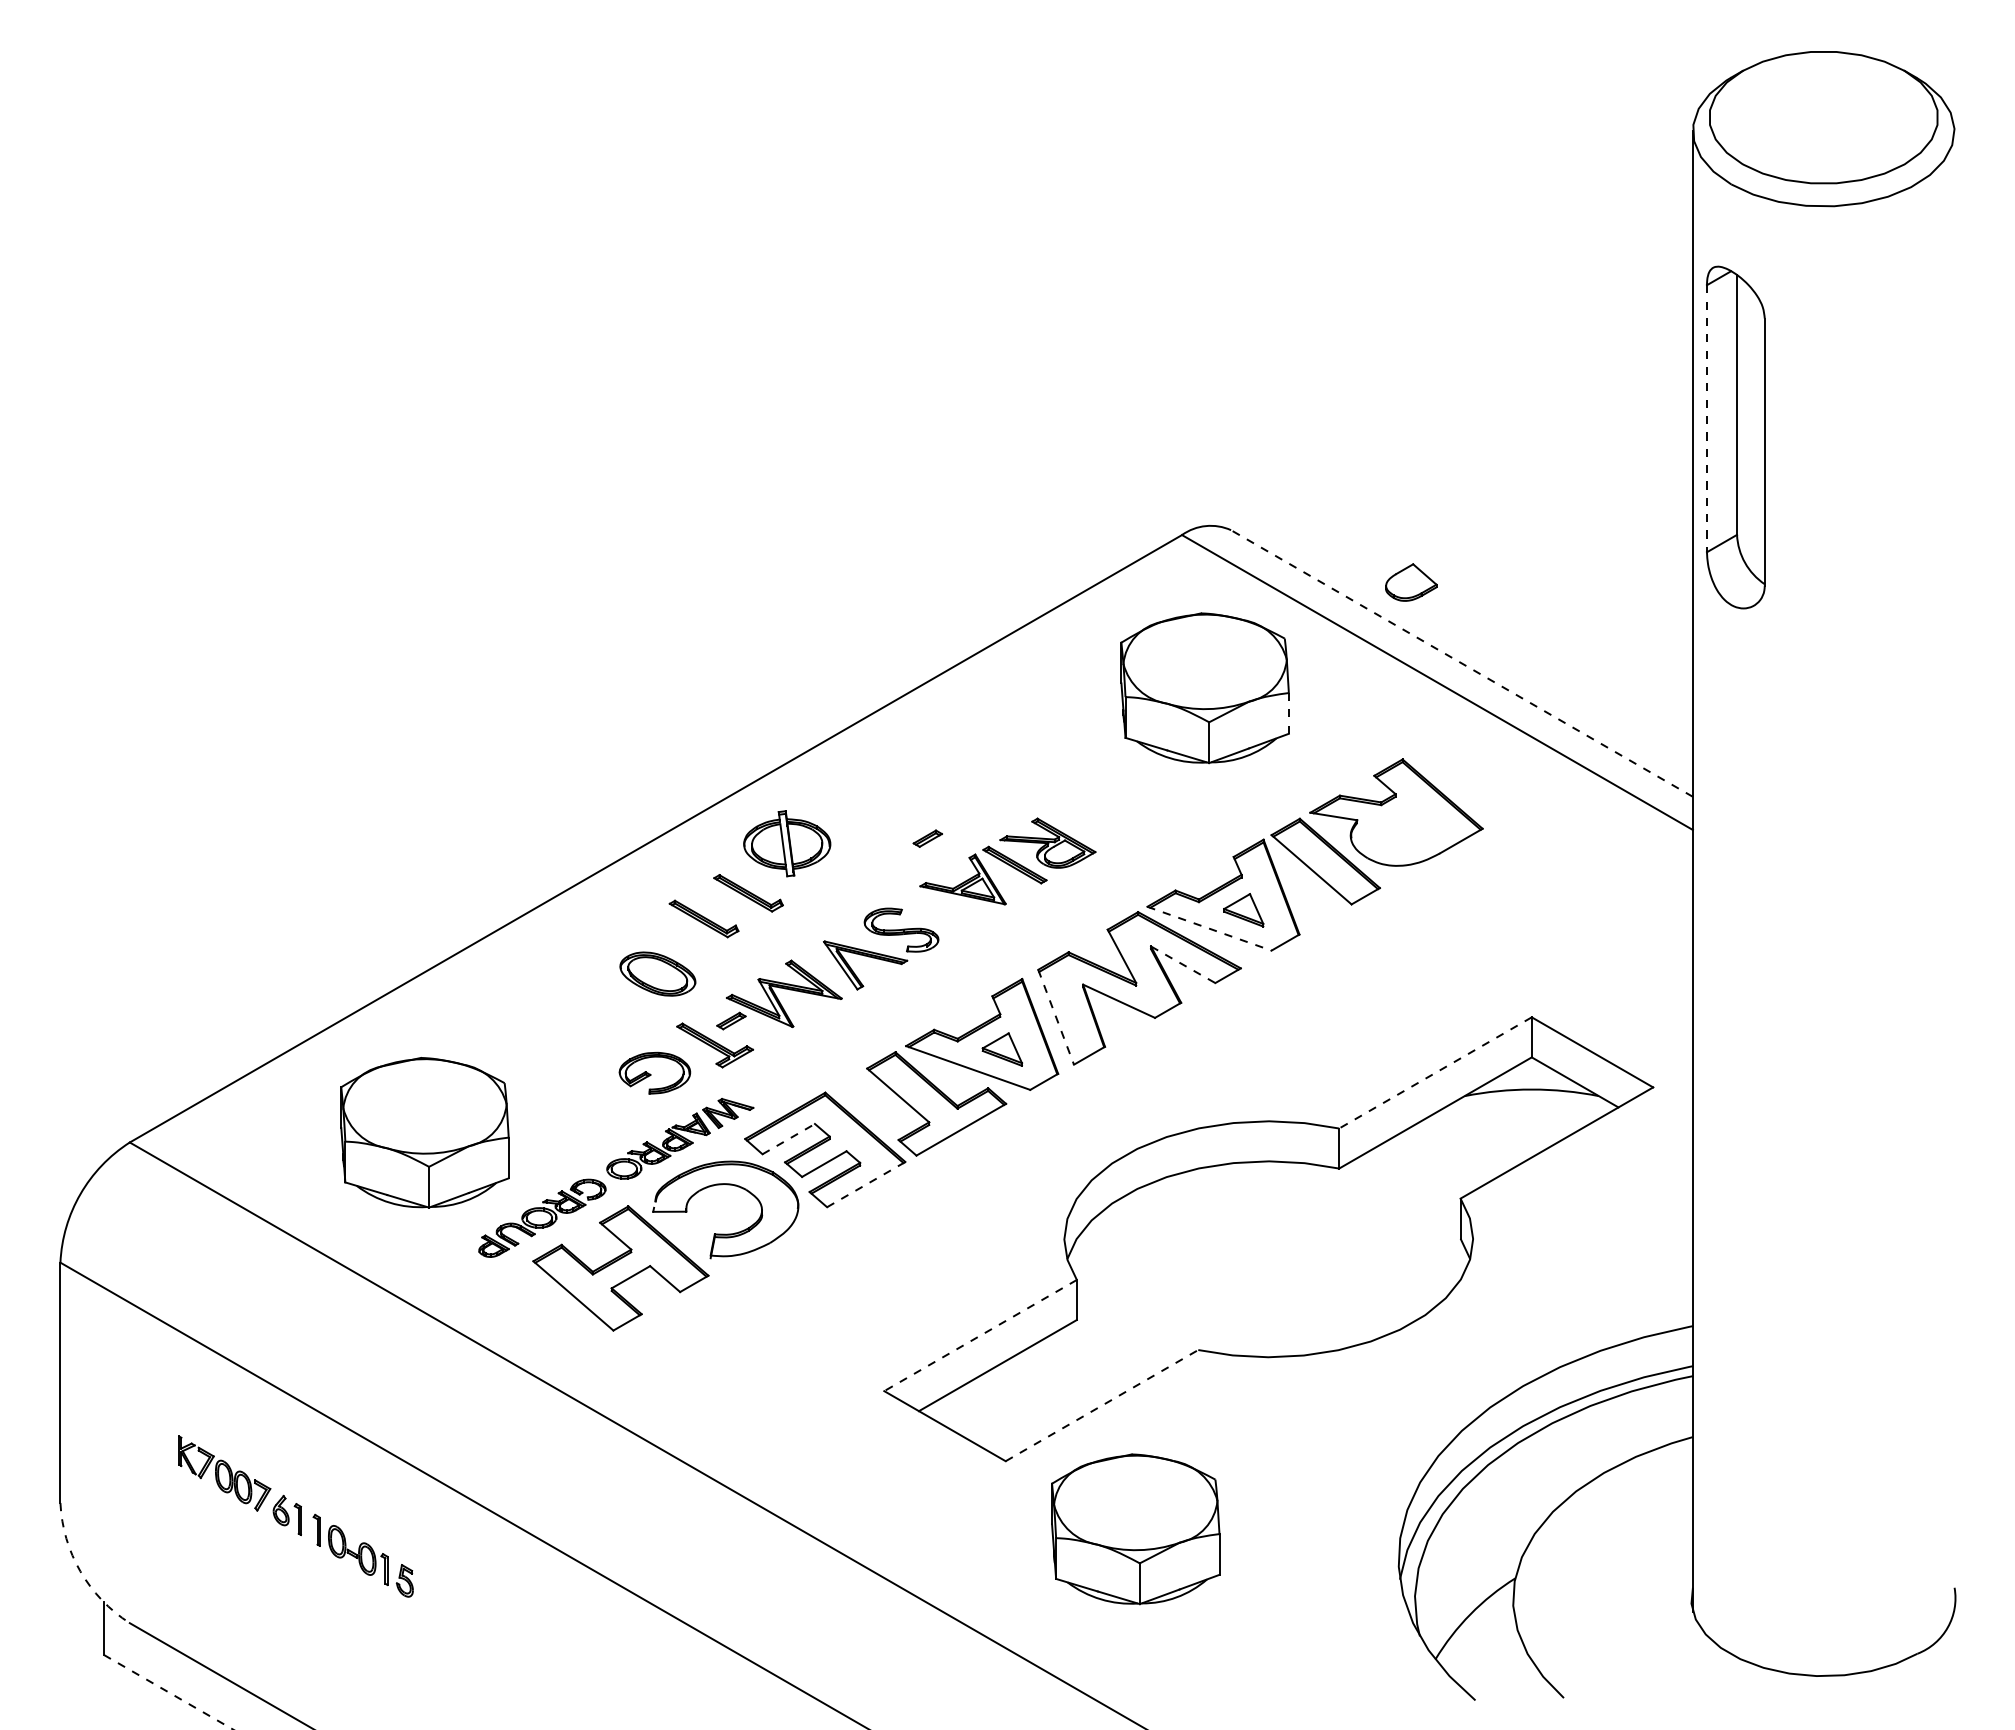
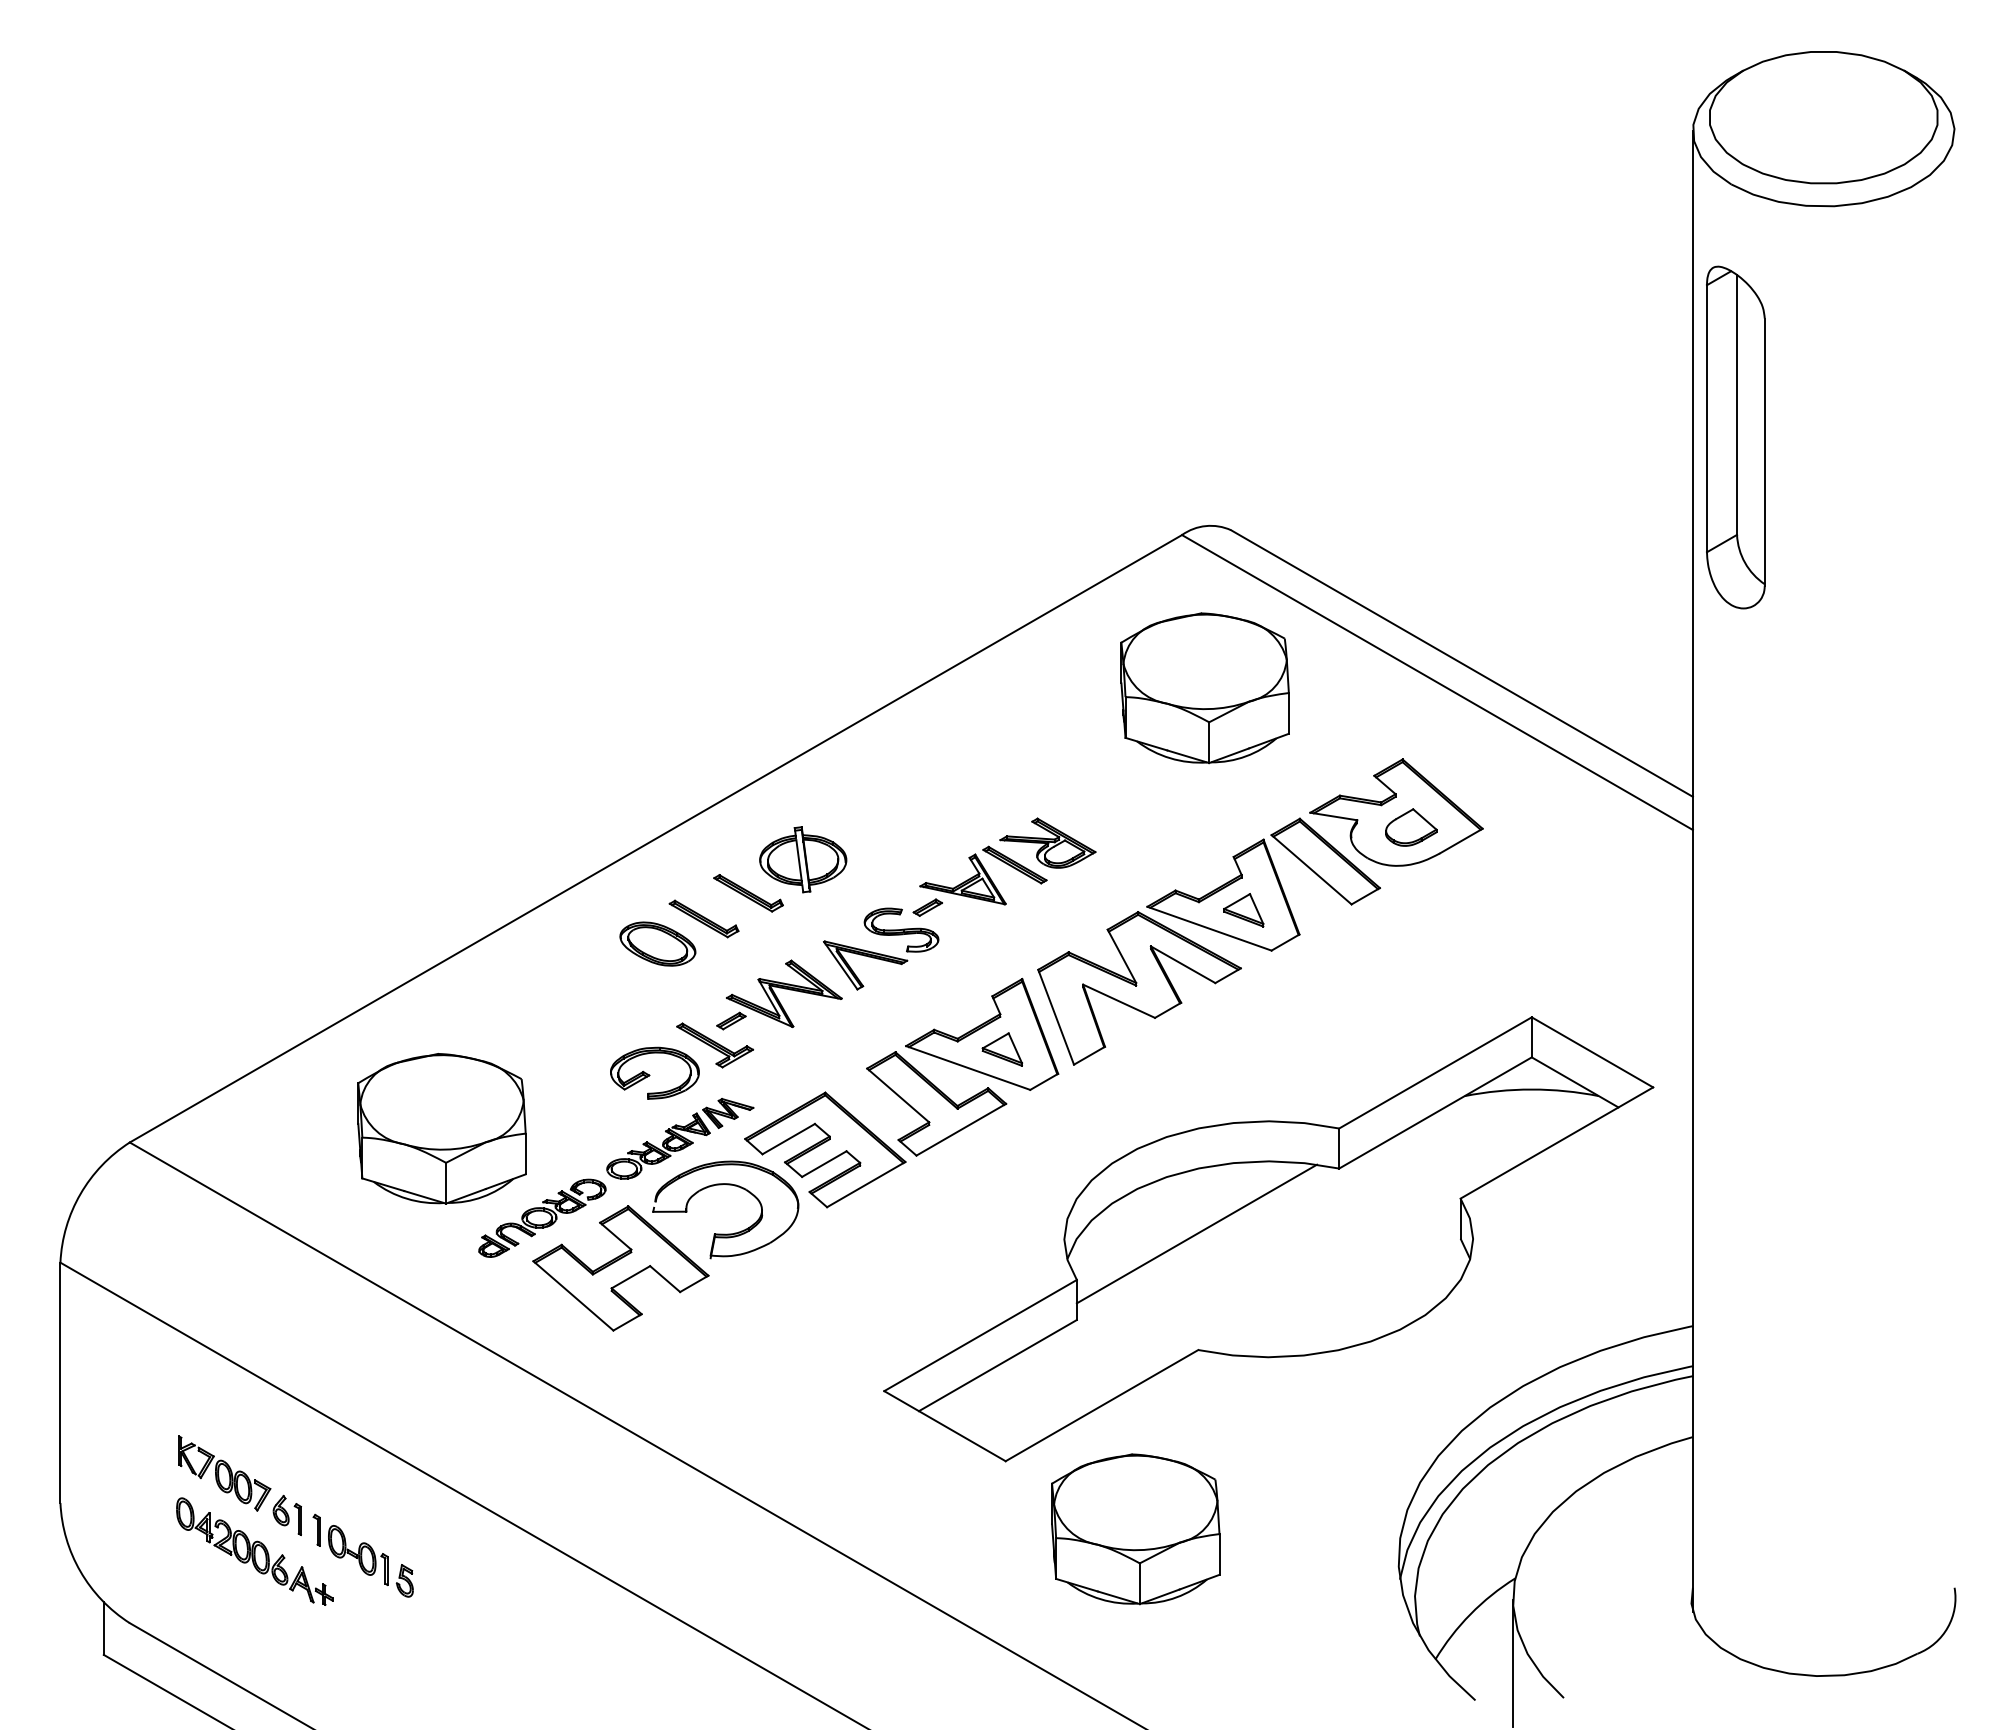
line at (1706, 418): dashed -> solid
part at (1411, 582) position: (1411, 582) -> (1411, 827)
line at (1462, 663): dashed -> solid
line at (1288, 712): dashed -> solid
part at (927, 838) position: (927, 838) -> (927, 907)
part at (787, 843) position: (787, 843) -> (803, 859)
line at (1209, 928): dashed -> solid
line at (1183, 965): dashed -> solid
part at (657, 973) position: (657, 973) -> (657, 943)
line at (1056, 1017): dashed -> solid
part at (654, 1072) size: 74x44 px -> 90x54 px
line at (1435, 1073): dashed -> solid
part at (424, 1132) position: (424, 1132) -> (441, 1128)
line at (789, 1138): dashed -> solid
line at (866, 1184): dashed -> solid
line at (1196, 1233): none -> present
line at (980, 1335): dashed -> solid
line at (1102, 1405): dashed -> solid
part at (254, 1551): none -> present
arc at (80, 1571): dashed -> solid
line at (1513, 1662): none -> present
line at (168, 1692): dashed -> solid
